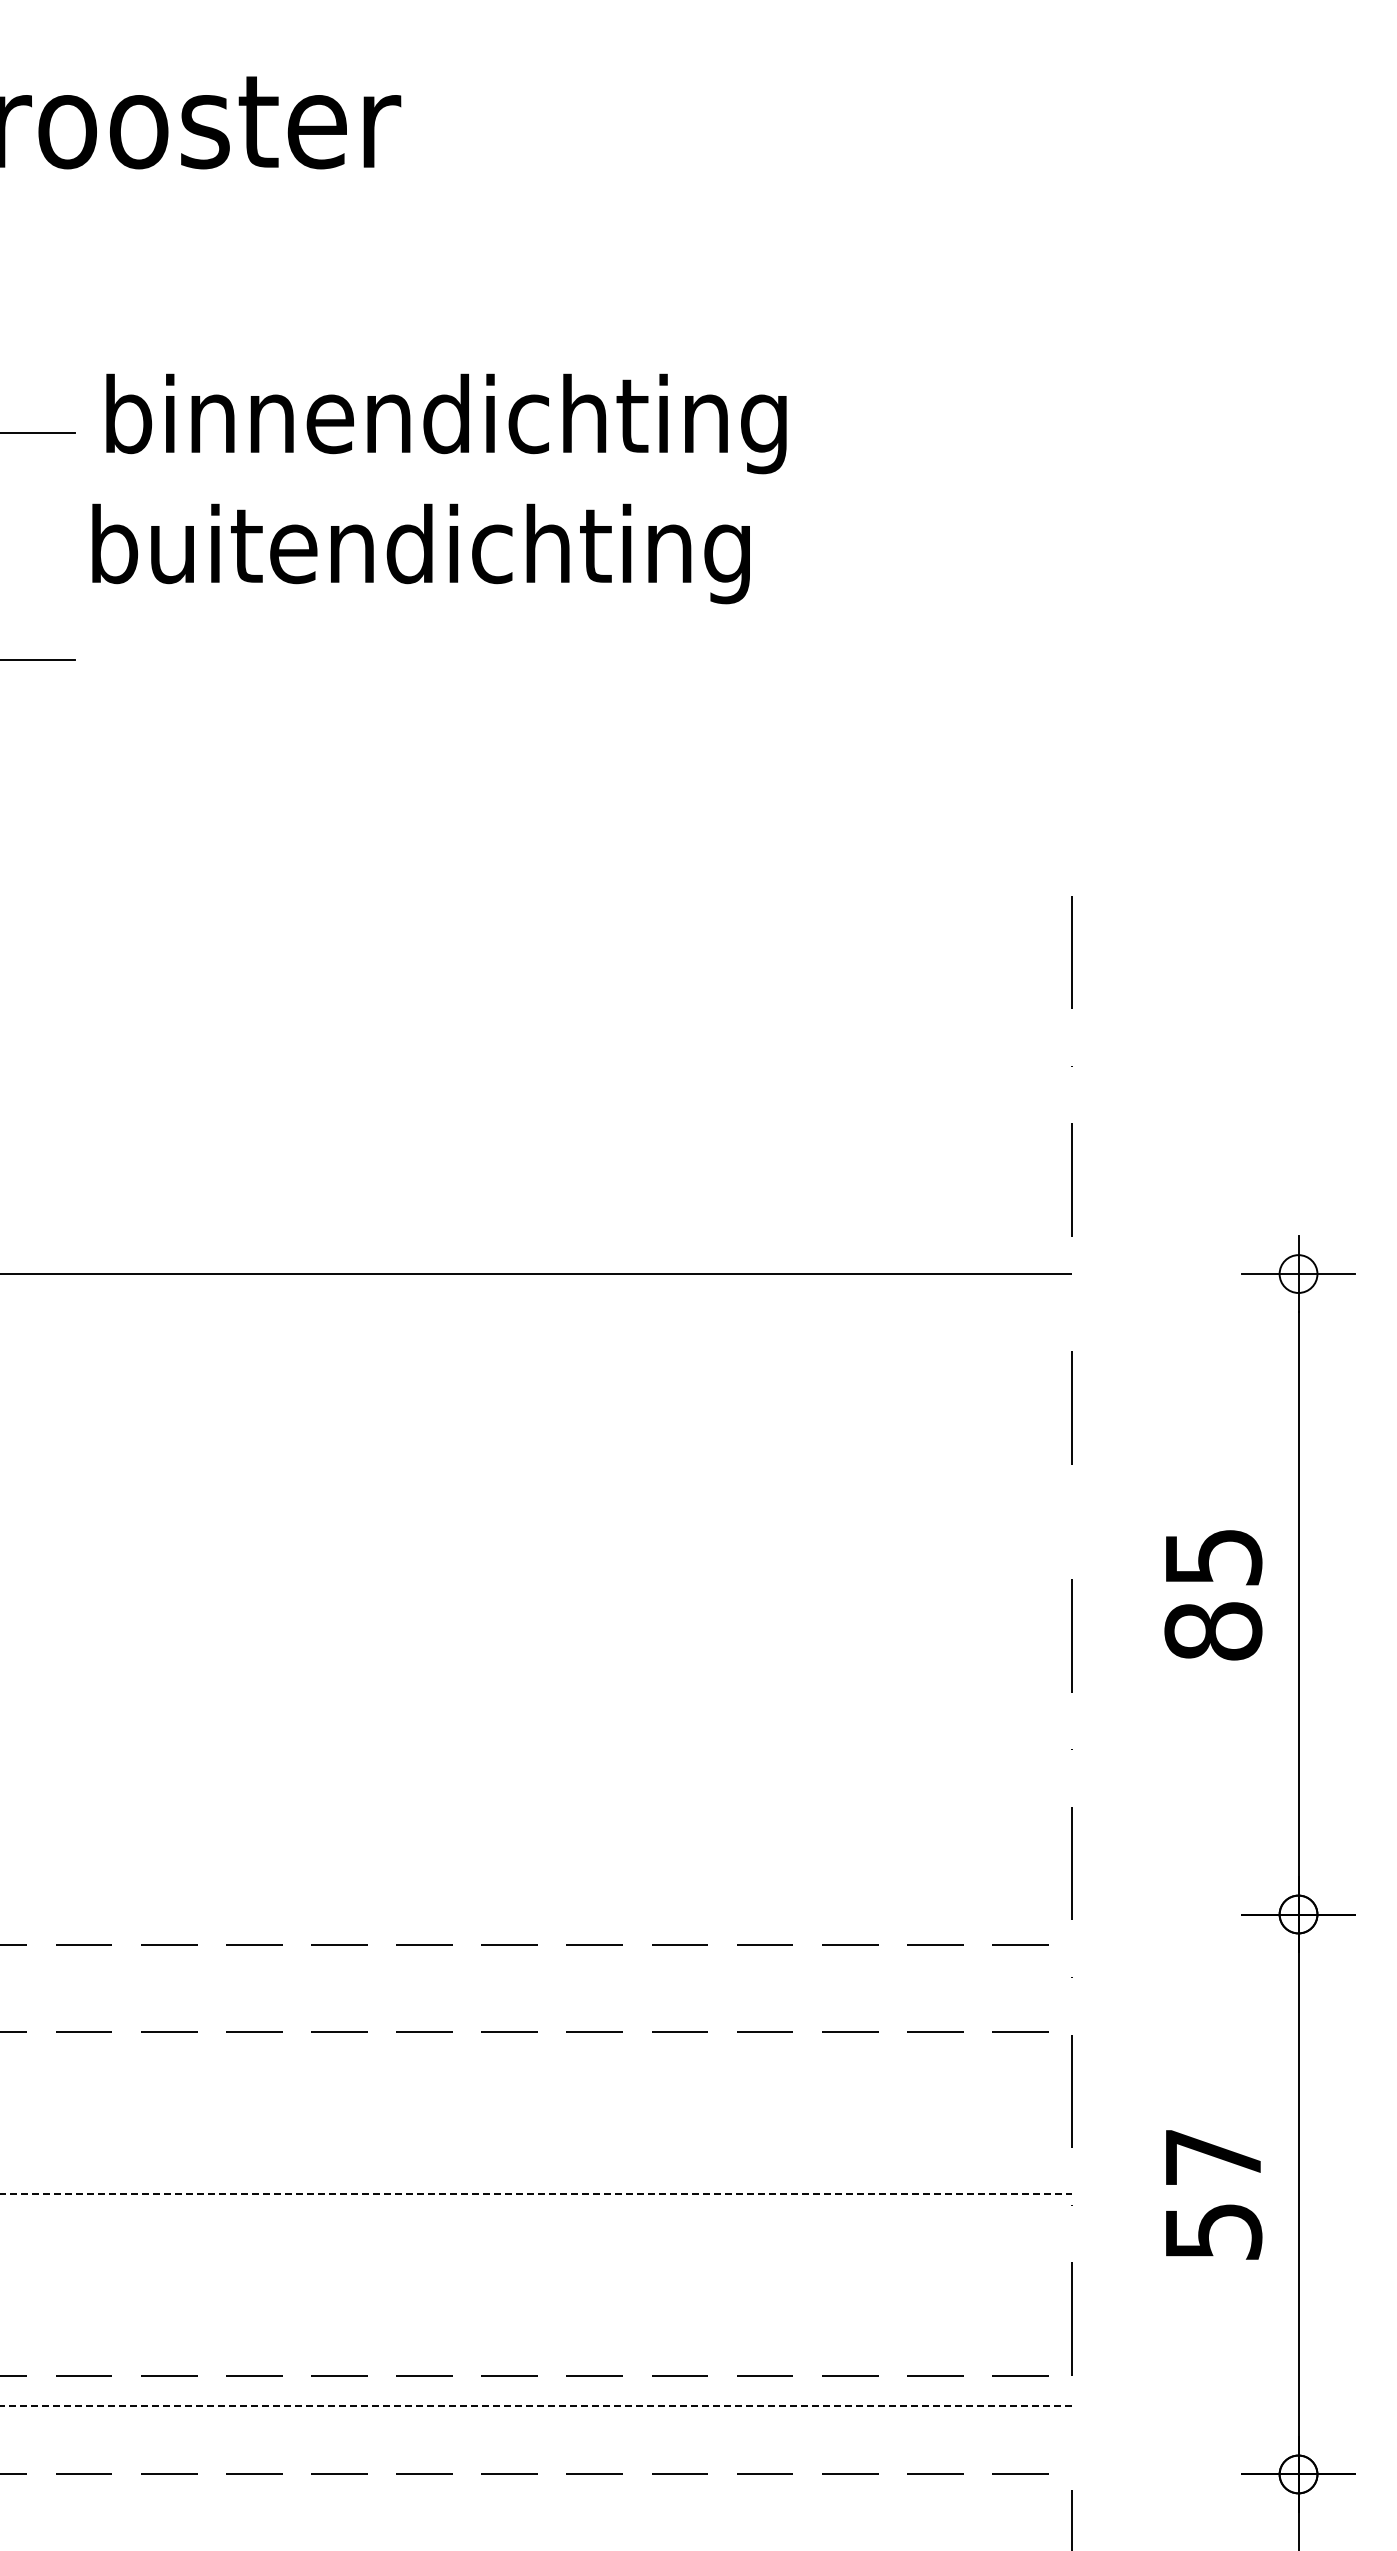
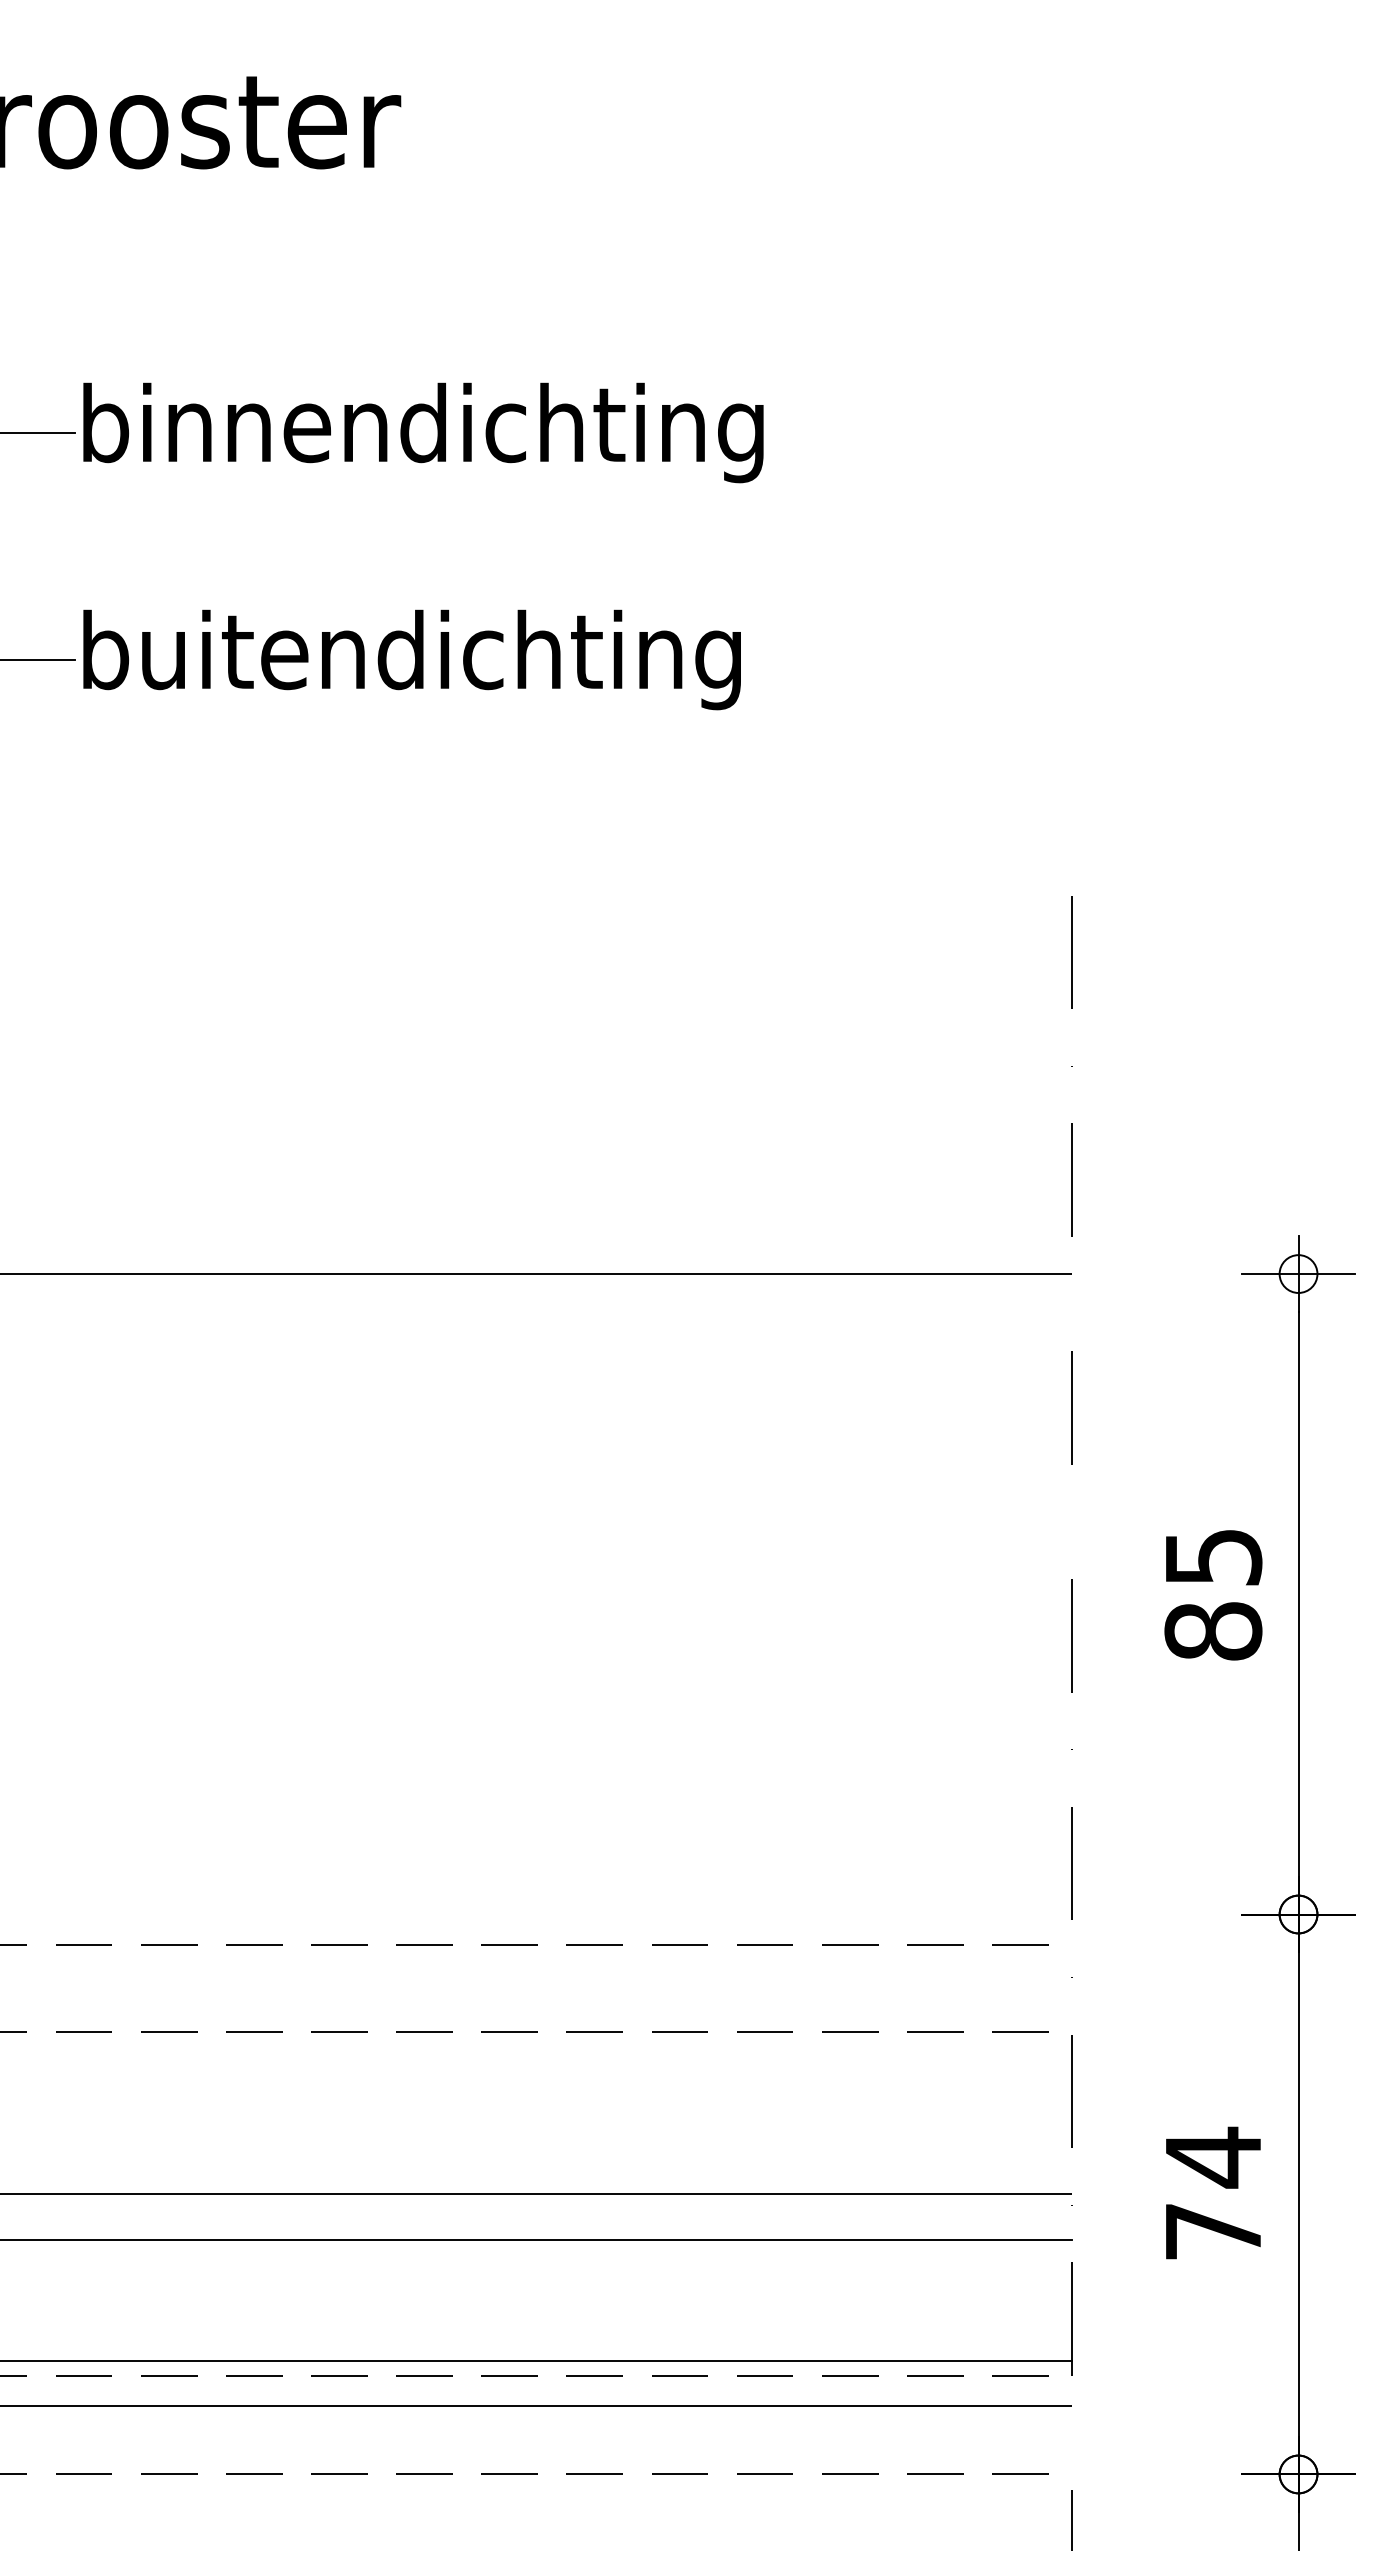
text at (446, 423) position: (446, 423) -> (423, 432)
text at (420, 553) position: (420, 553) -> (411, 659)
text at (1214, 2192): 57 -> 74
line at (0, 2194): dashed -> solid
line at (536, 2239): none -> present
line at (536, 2360): none -> present
